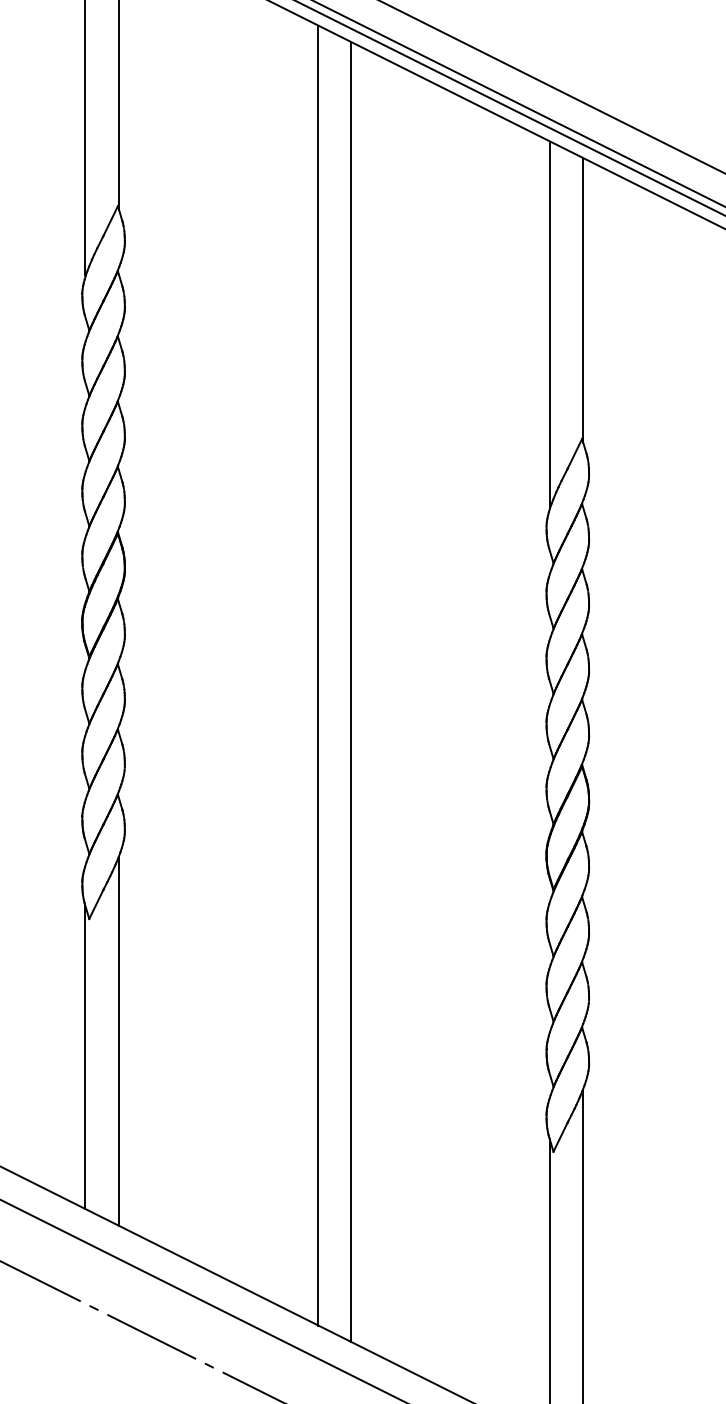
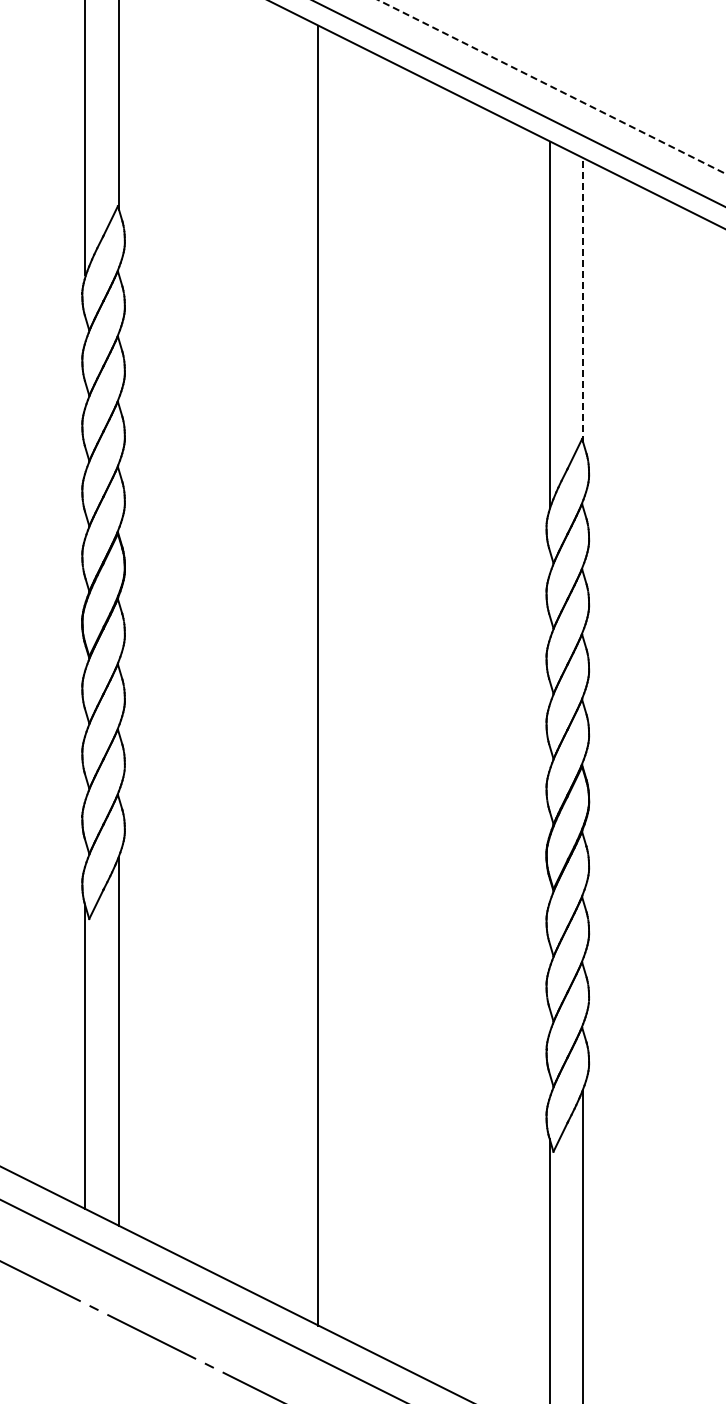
line at (551, 86): solid -> dashed
line at (510, 108): present -> none
line at (583, 300): solid -> dashed
line at (351, 692): present -> none
